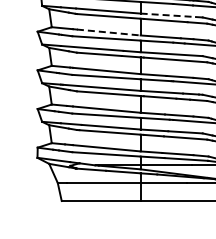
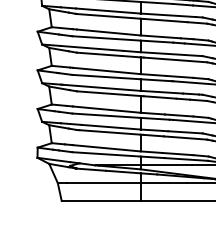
line at (168, 15): dashed -> solid
line at (109, 32): dashed -> solid
